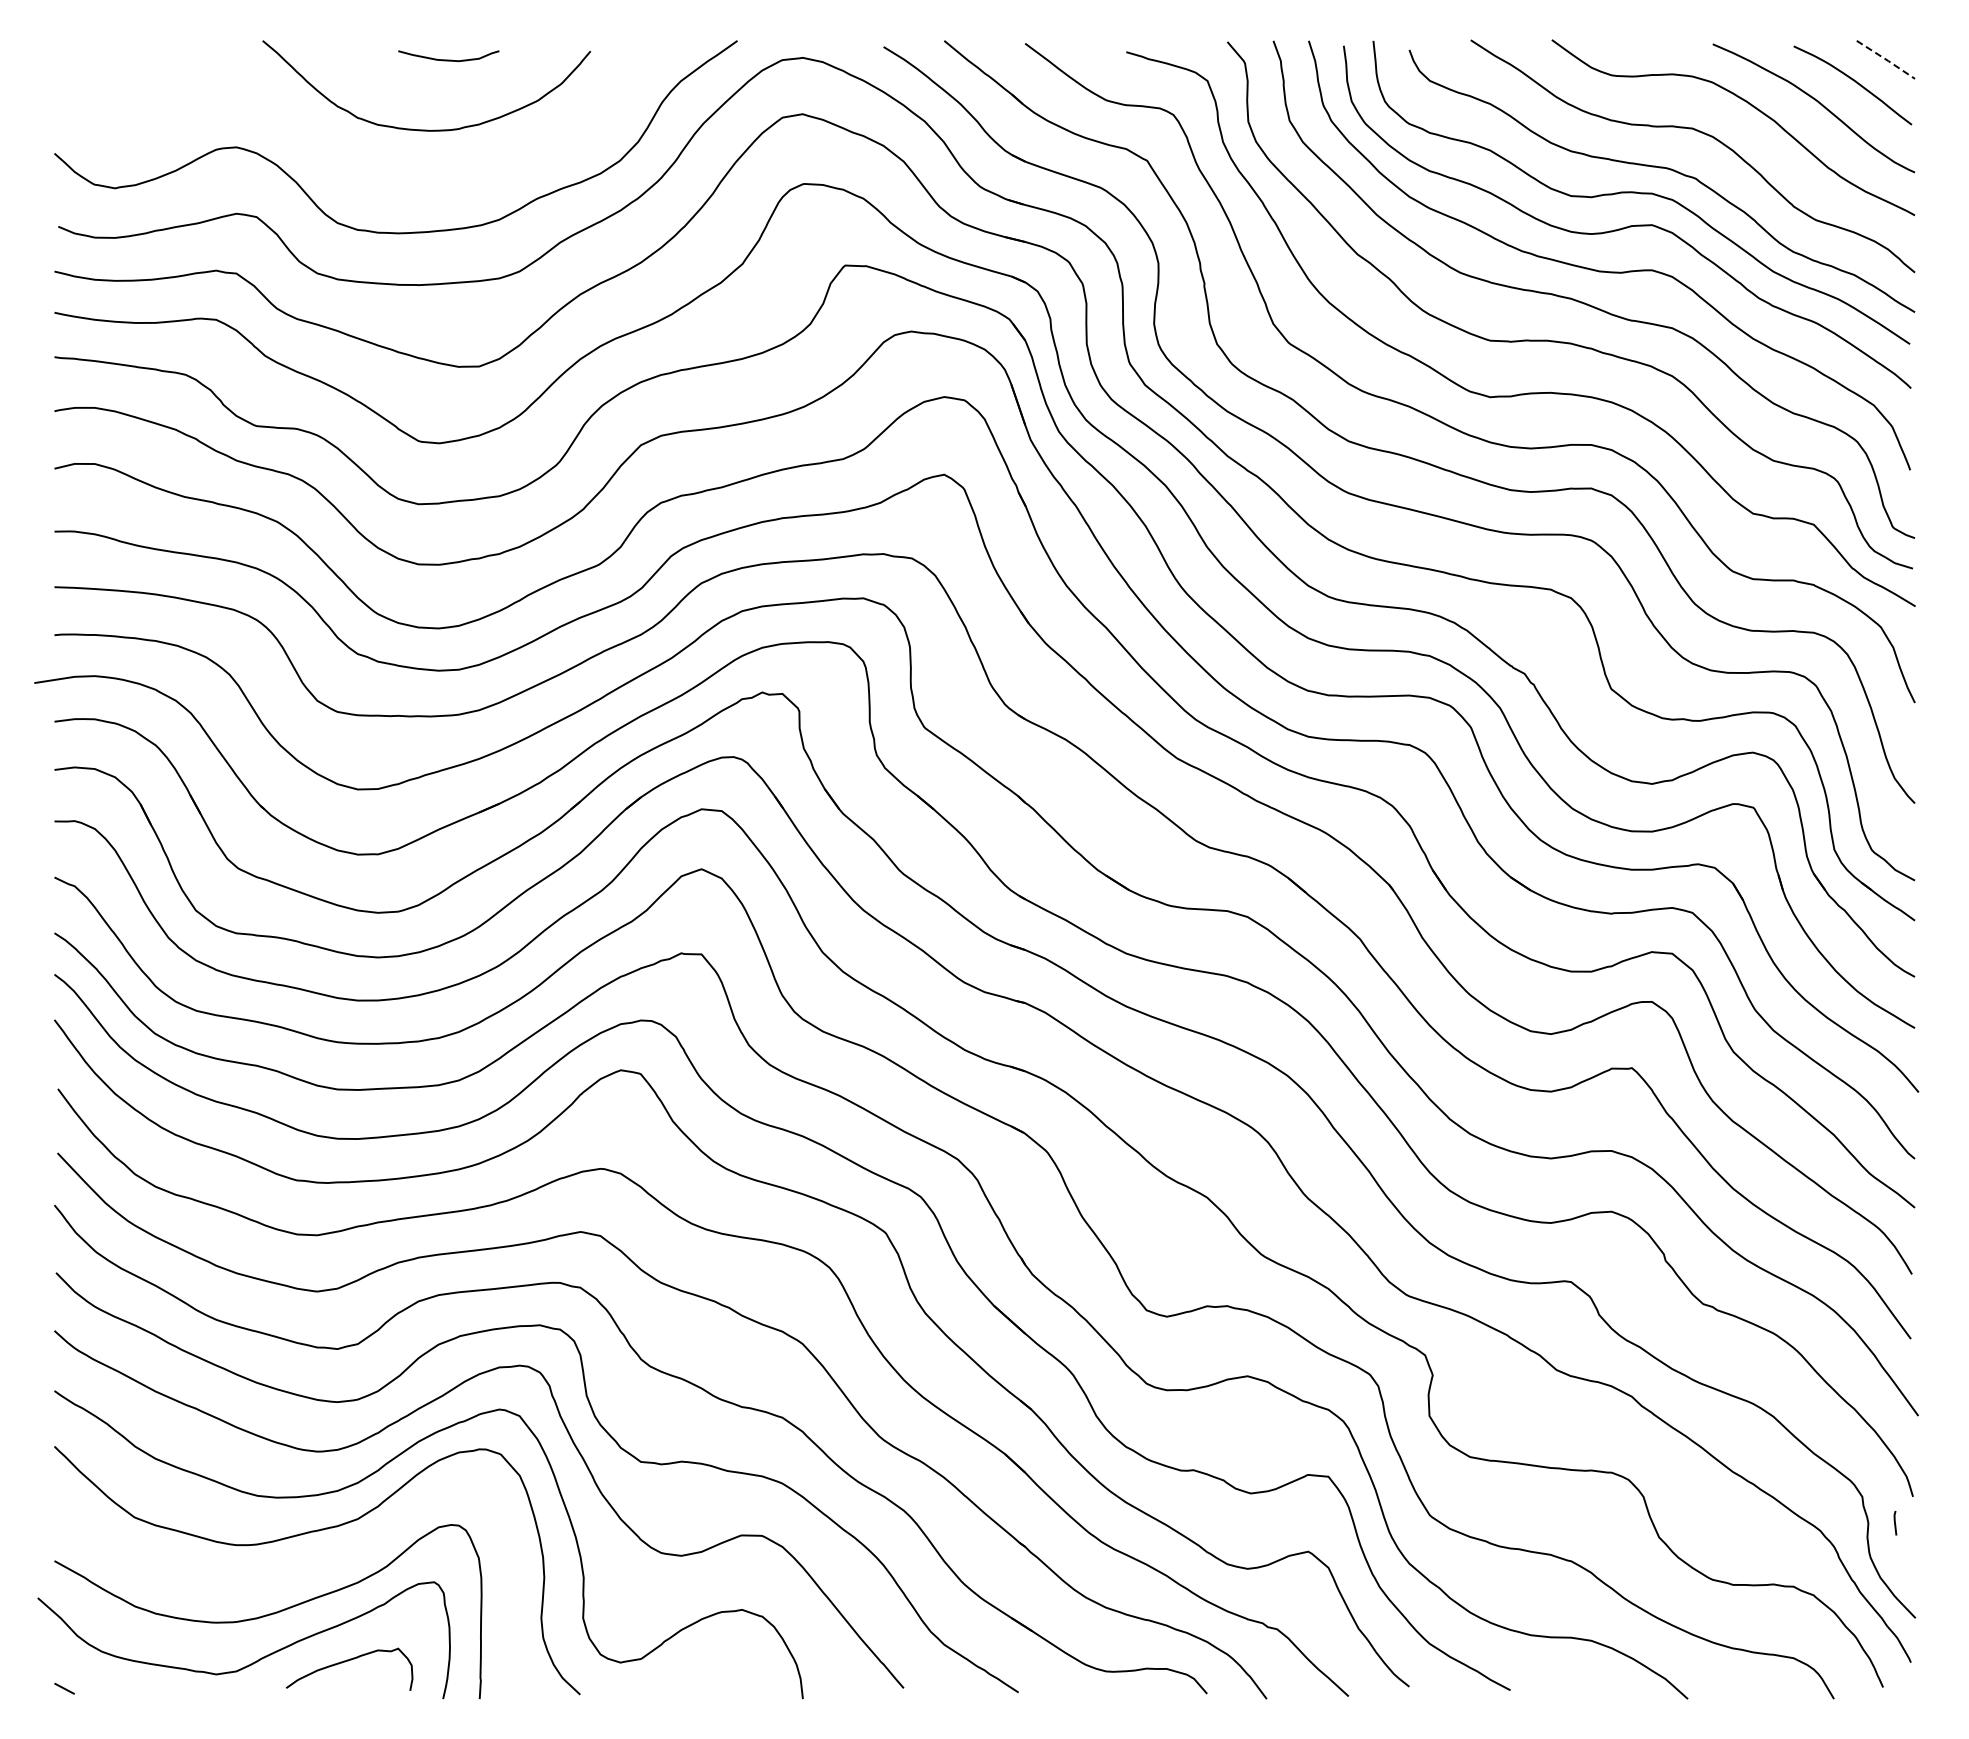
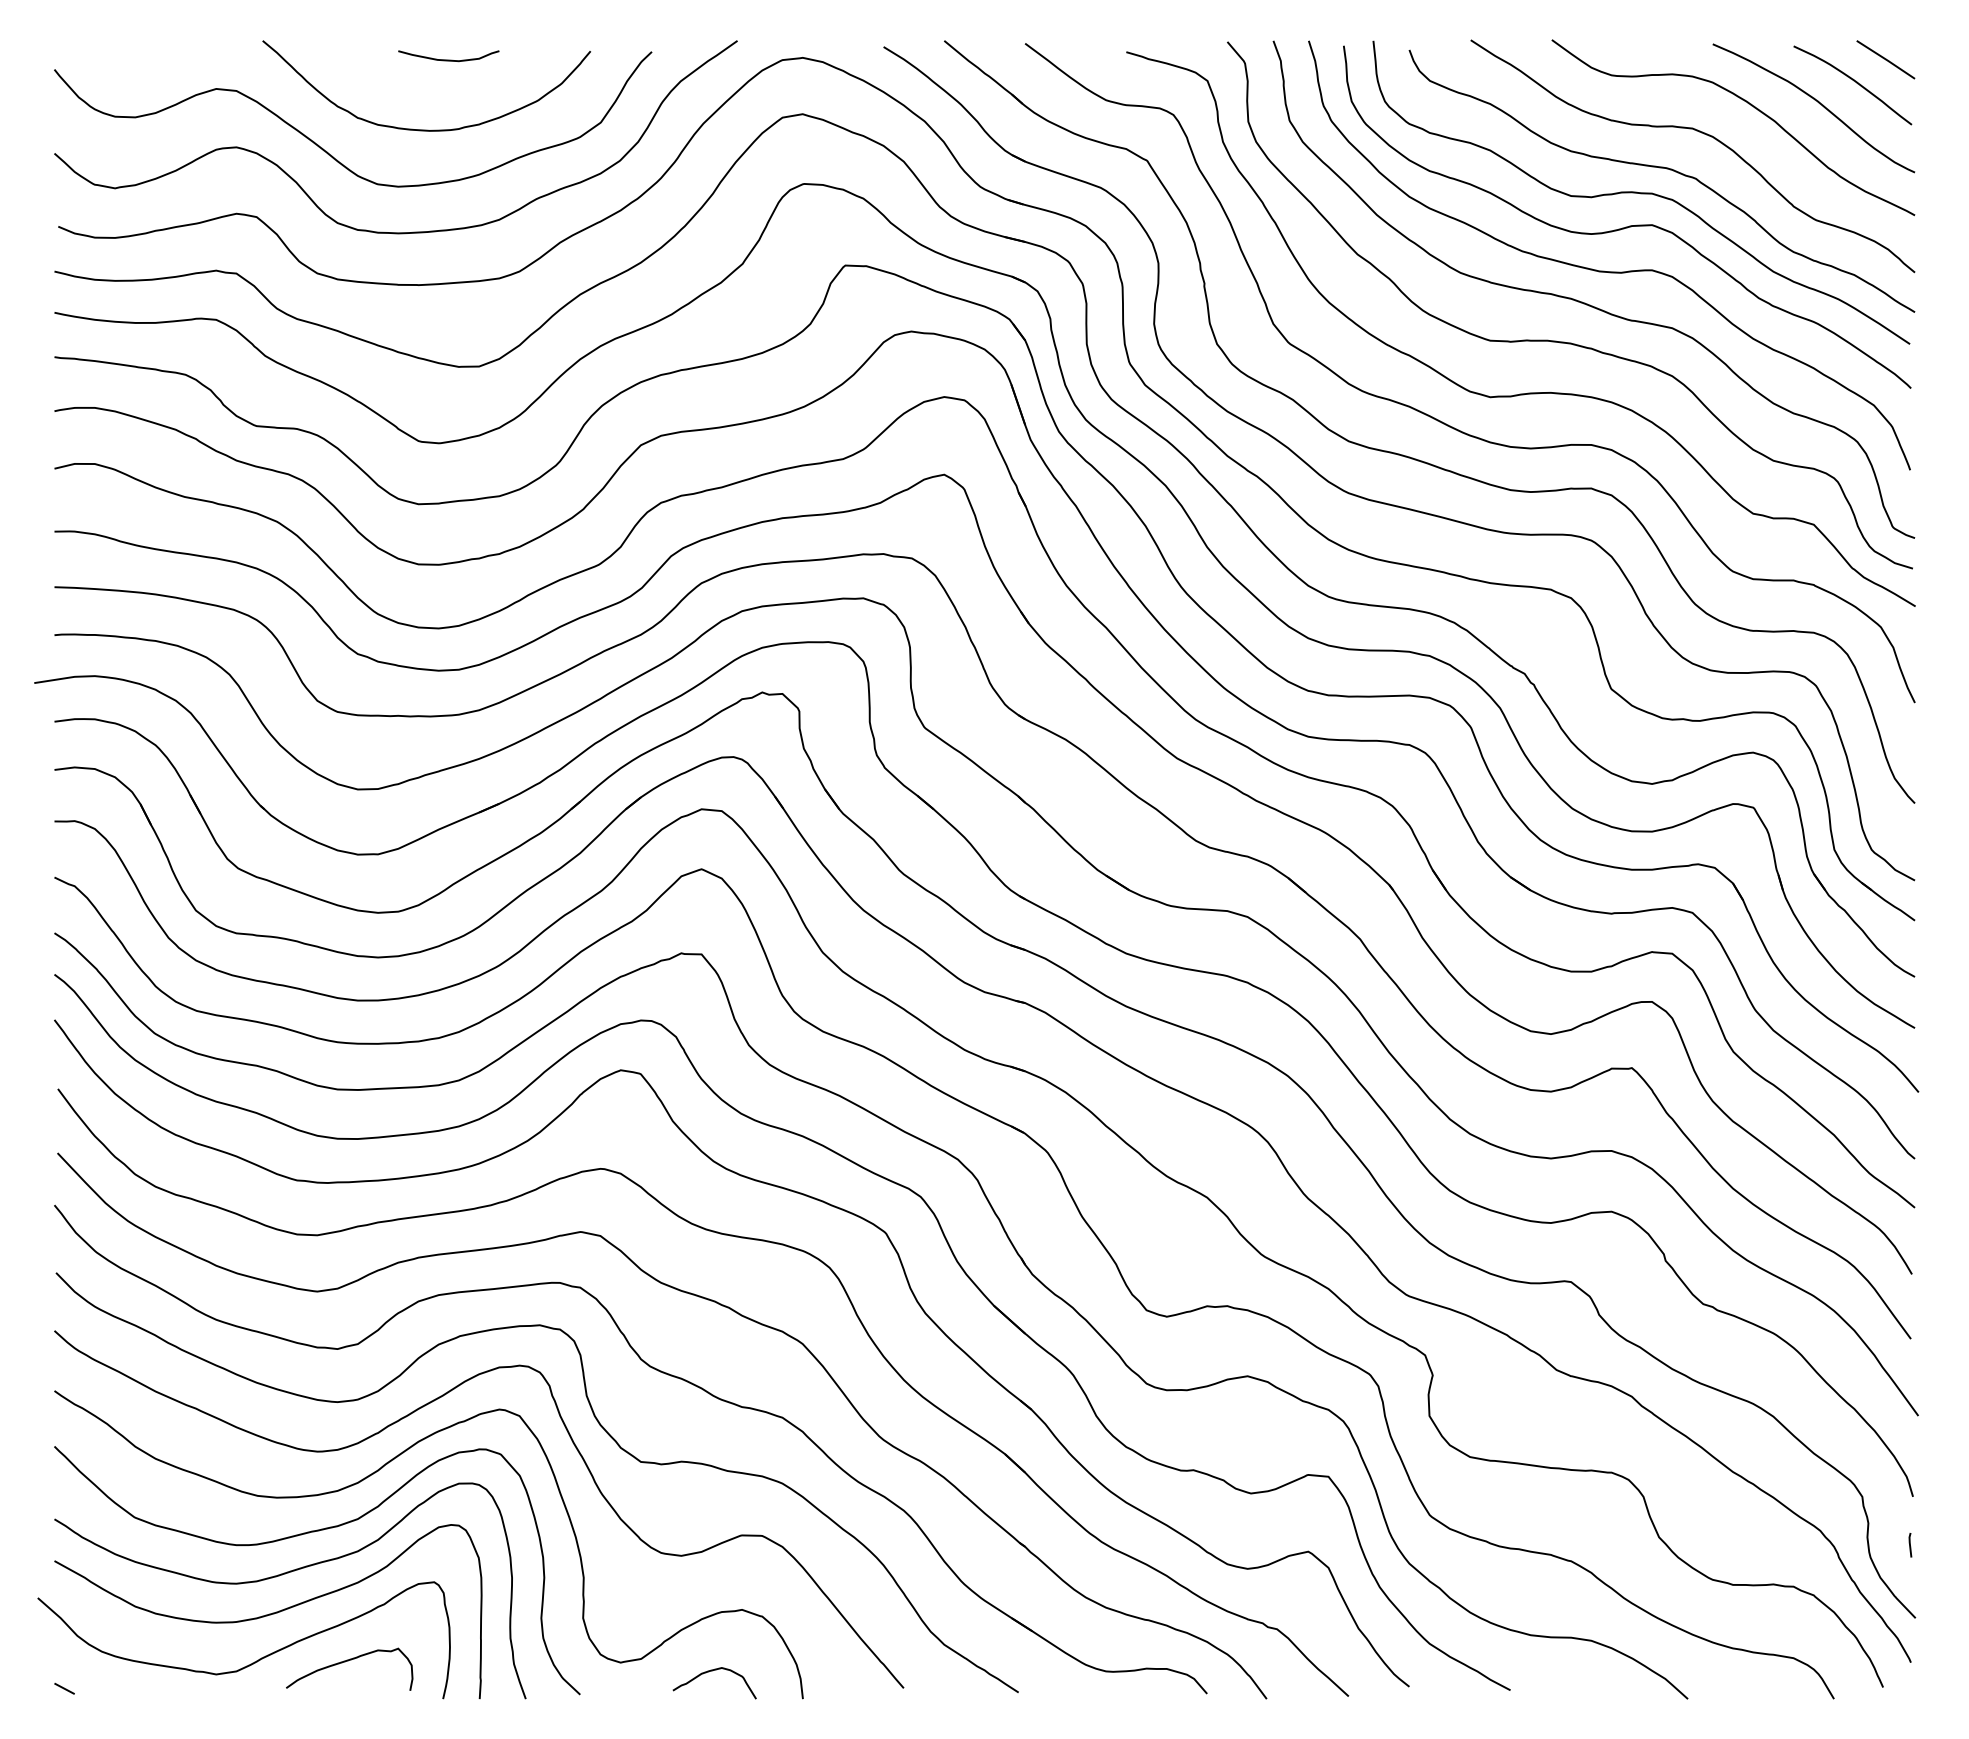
line at (1886, 60): dashed -> solid
curve at (327, 151): none -> present
line at (1895, 1523) position: (1895, 1523) -> (1910, 1545)
curve at (285, 1574): none -> present
curve at (712, 1671): none -> present
